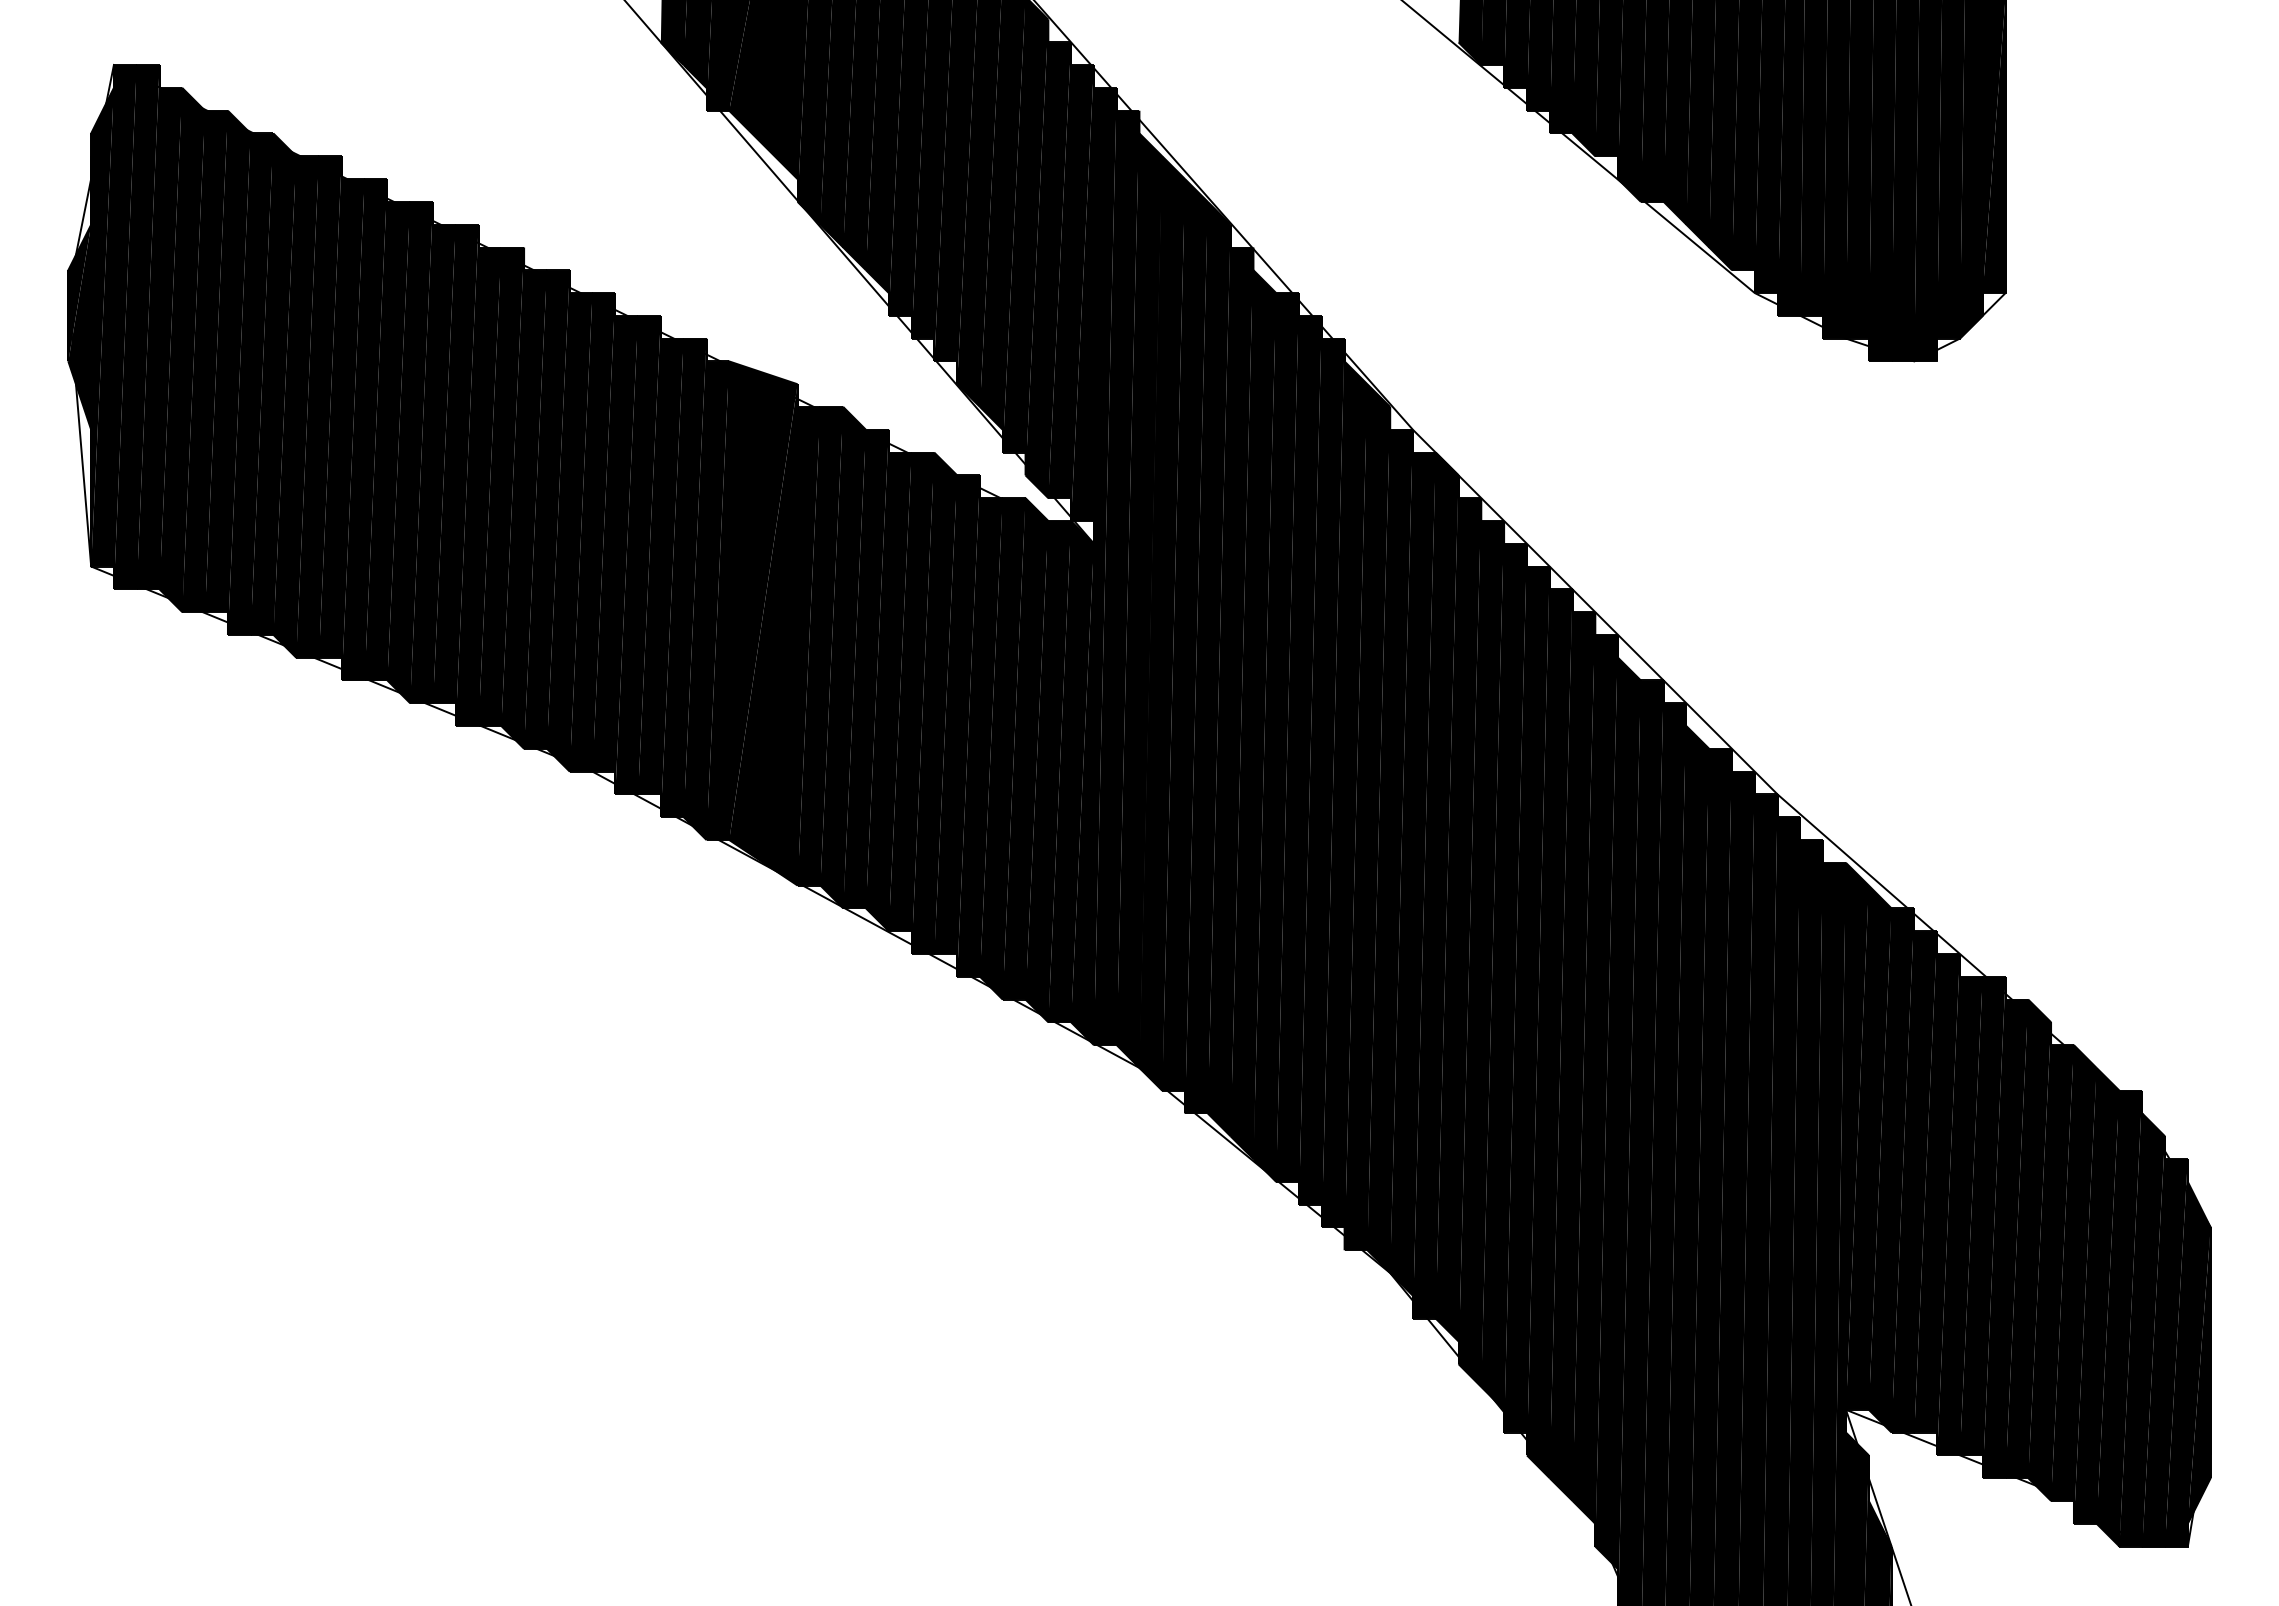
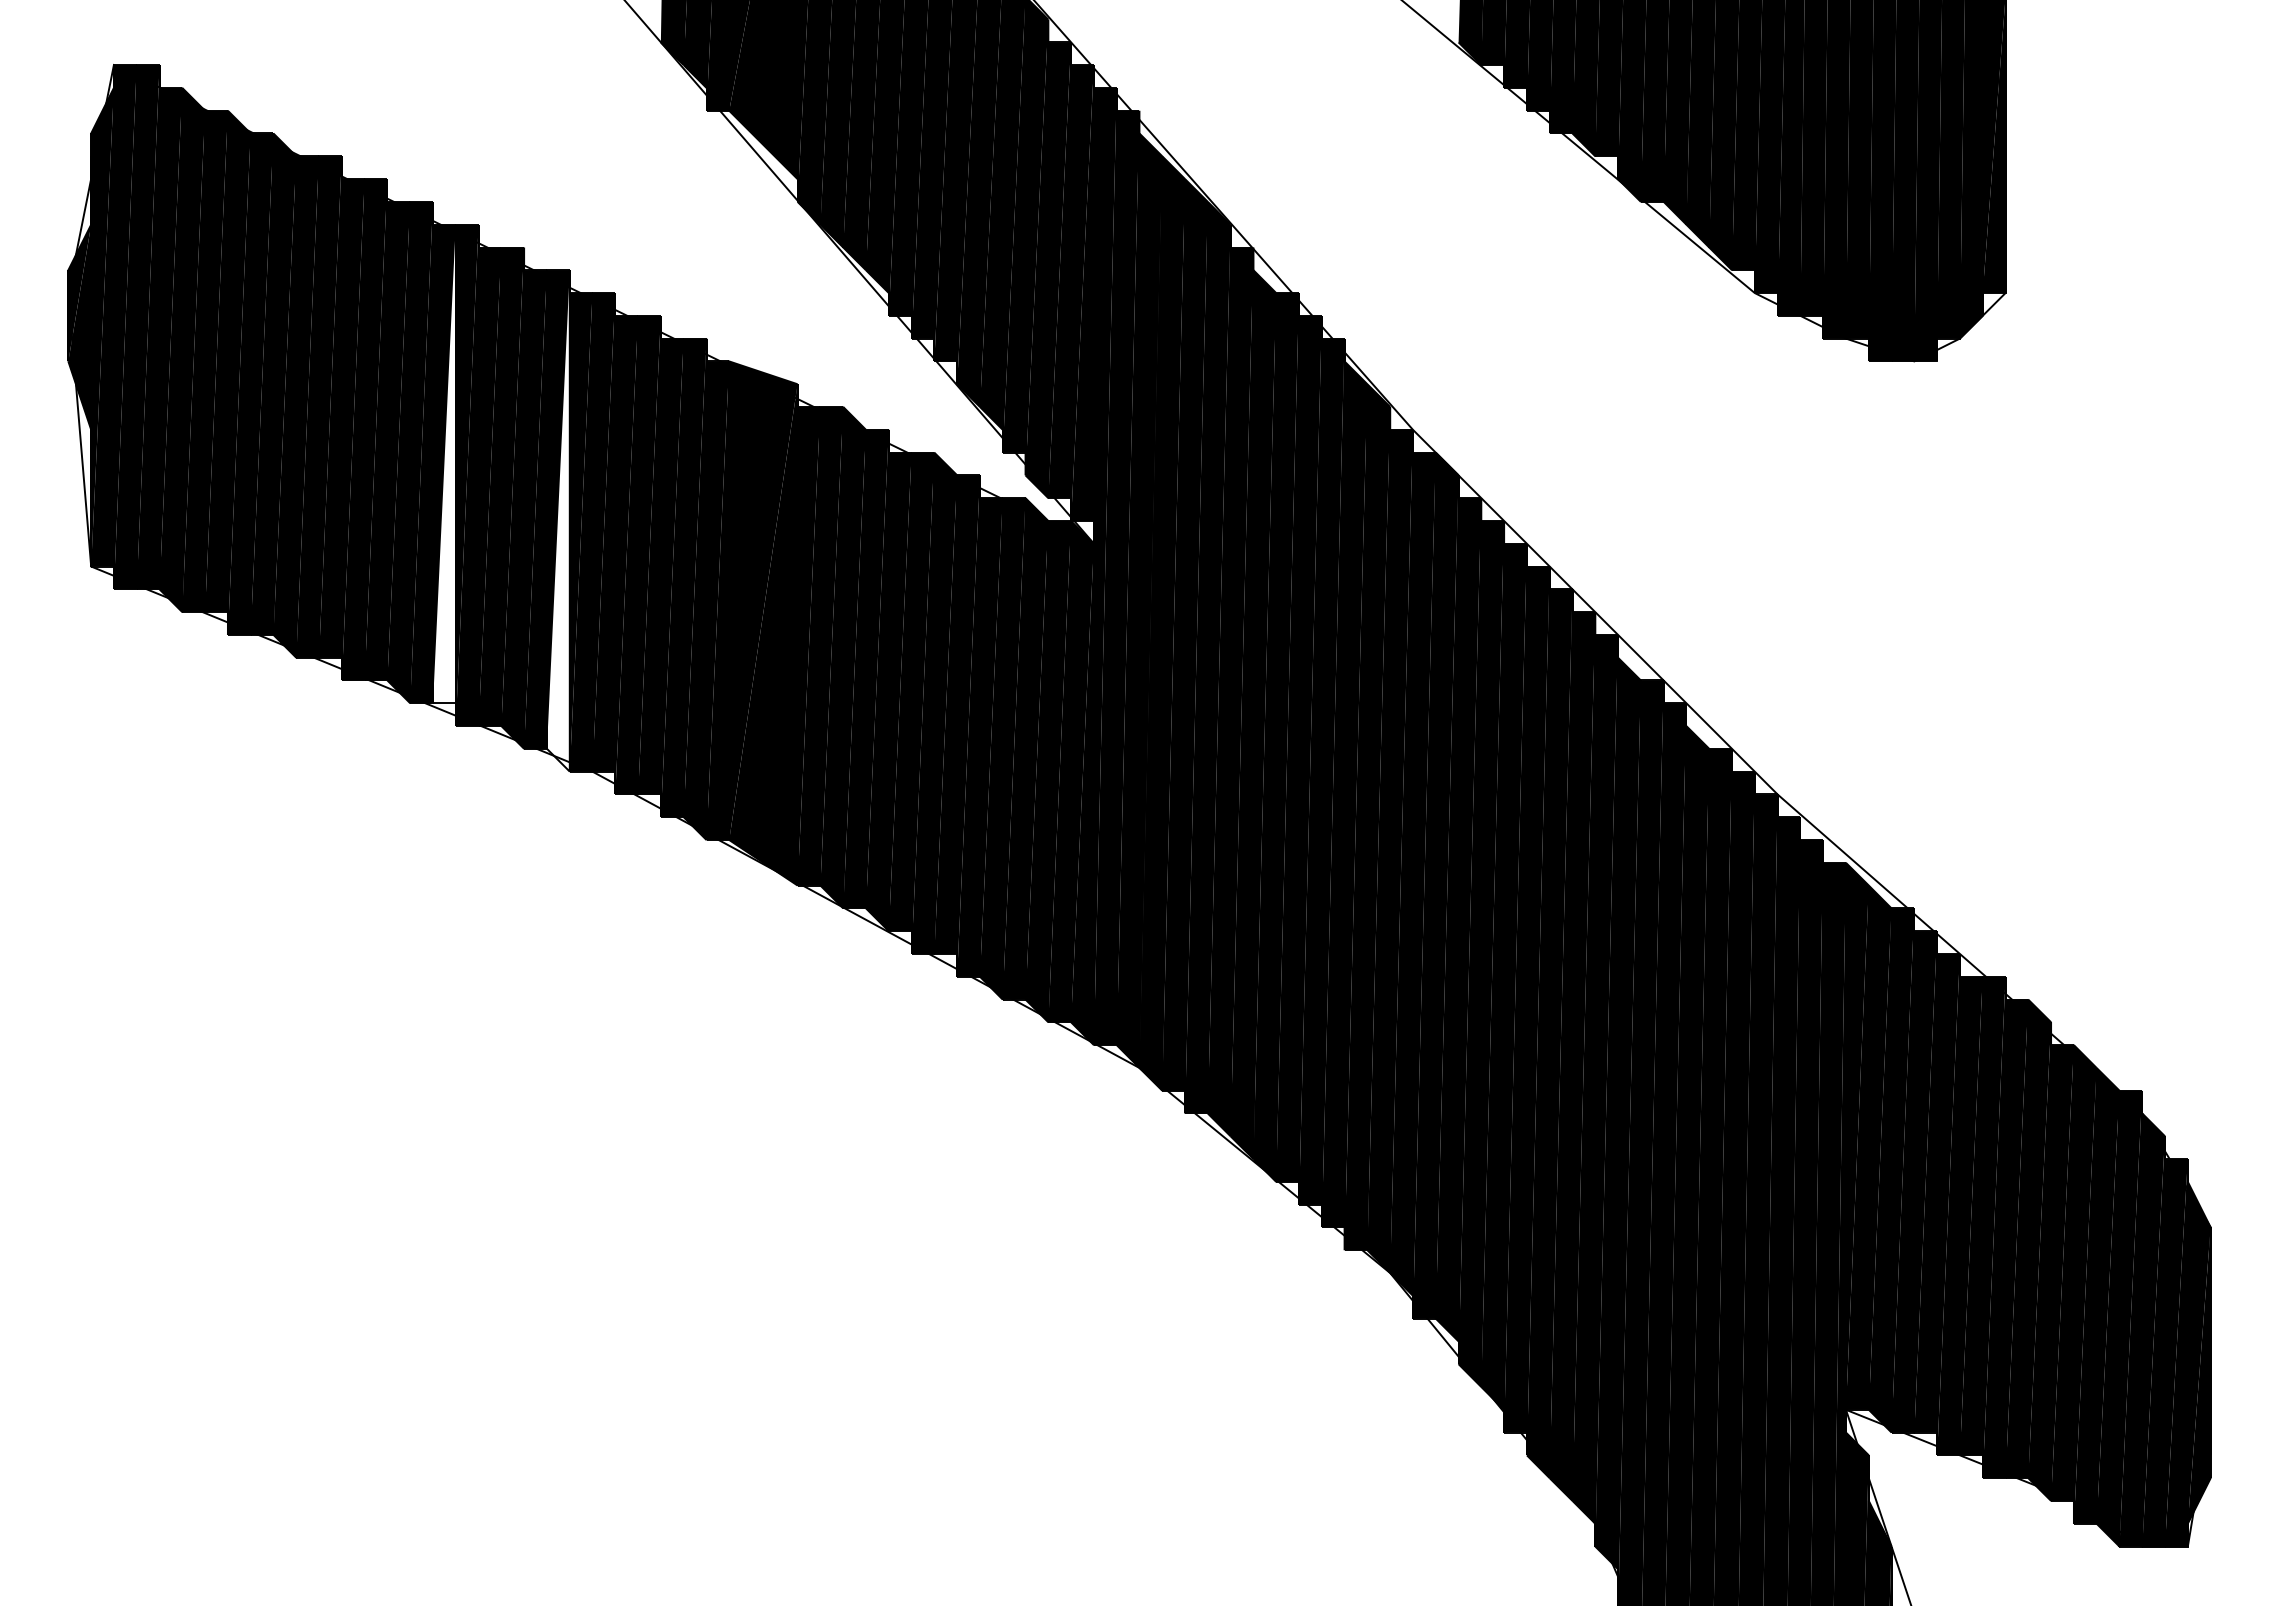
fill at (444, 463): present -> none
fill at (557, 520): present -> none
